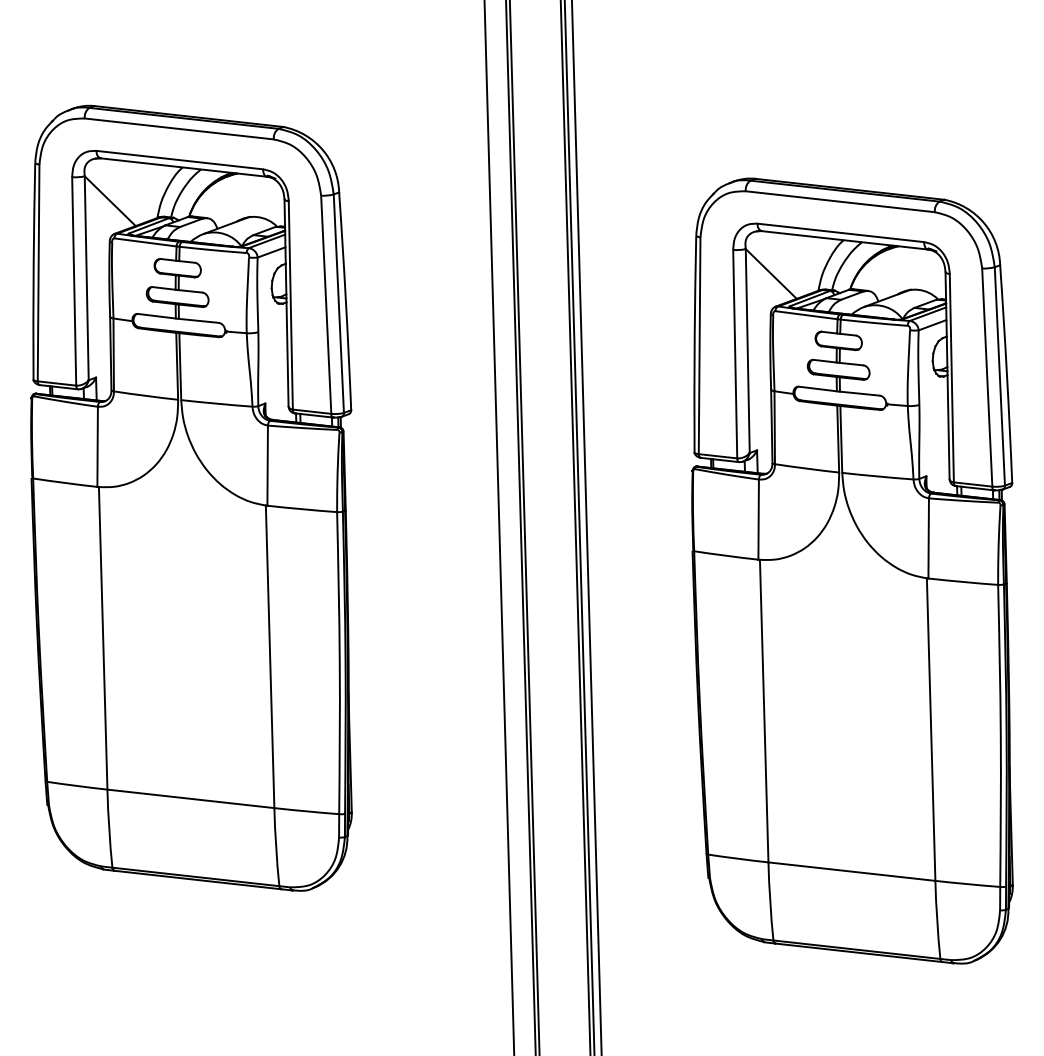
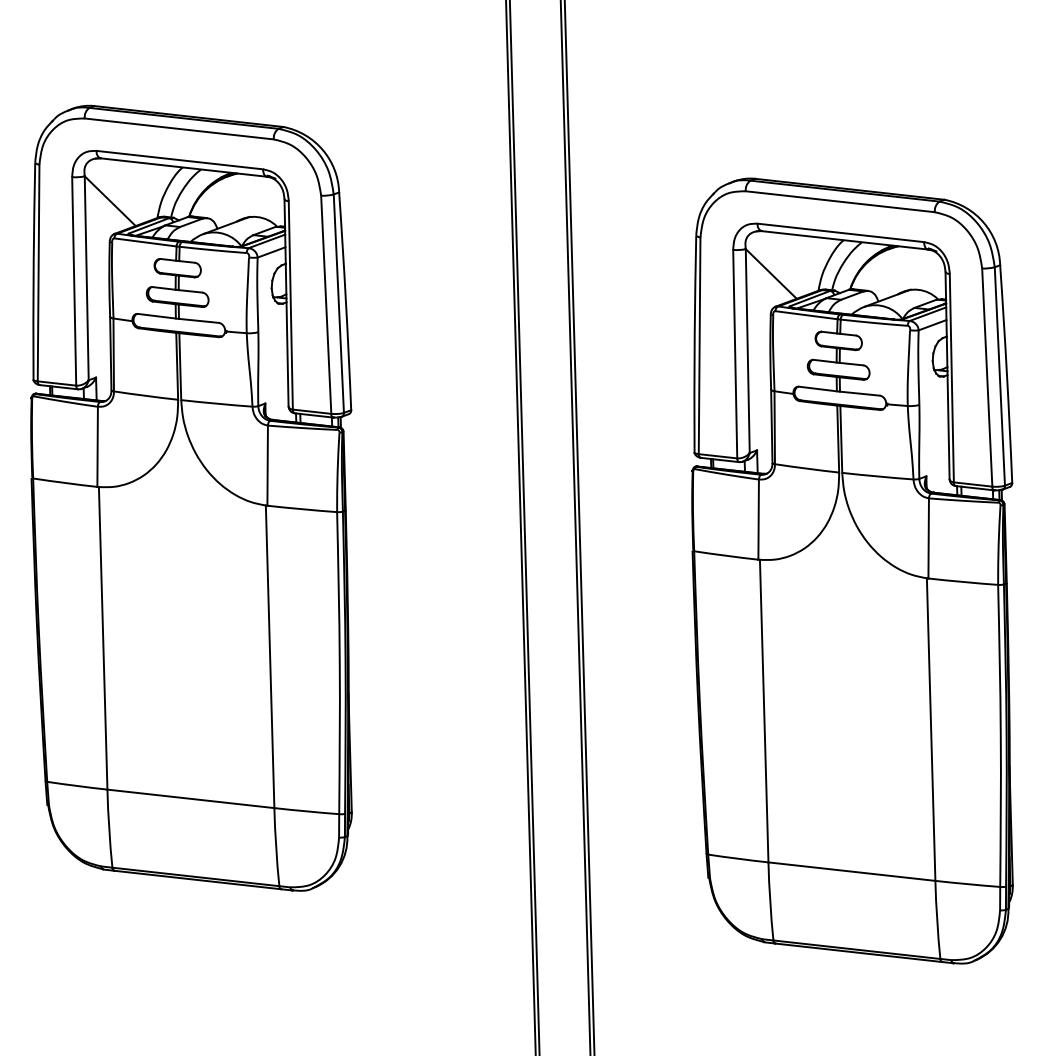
line at (499, 527): present -> none
line at (586, 527): present -> none
